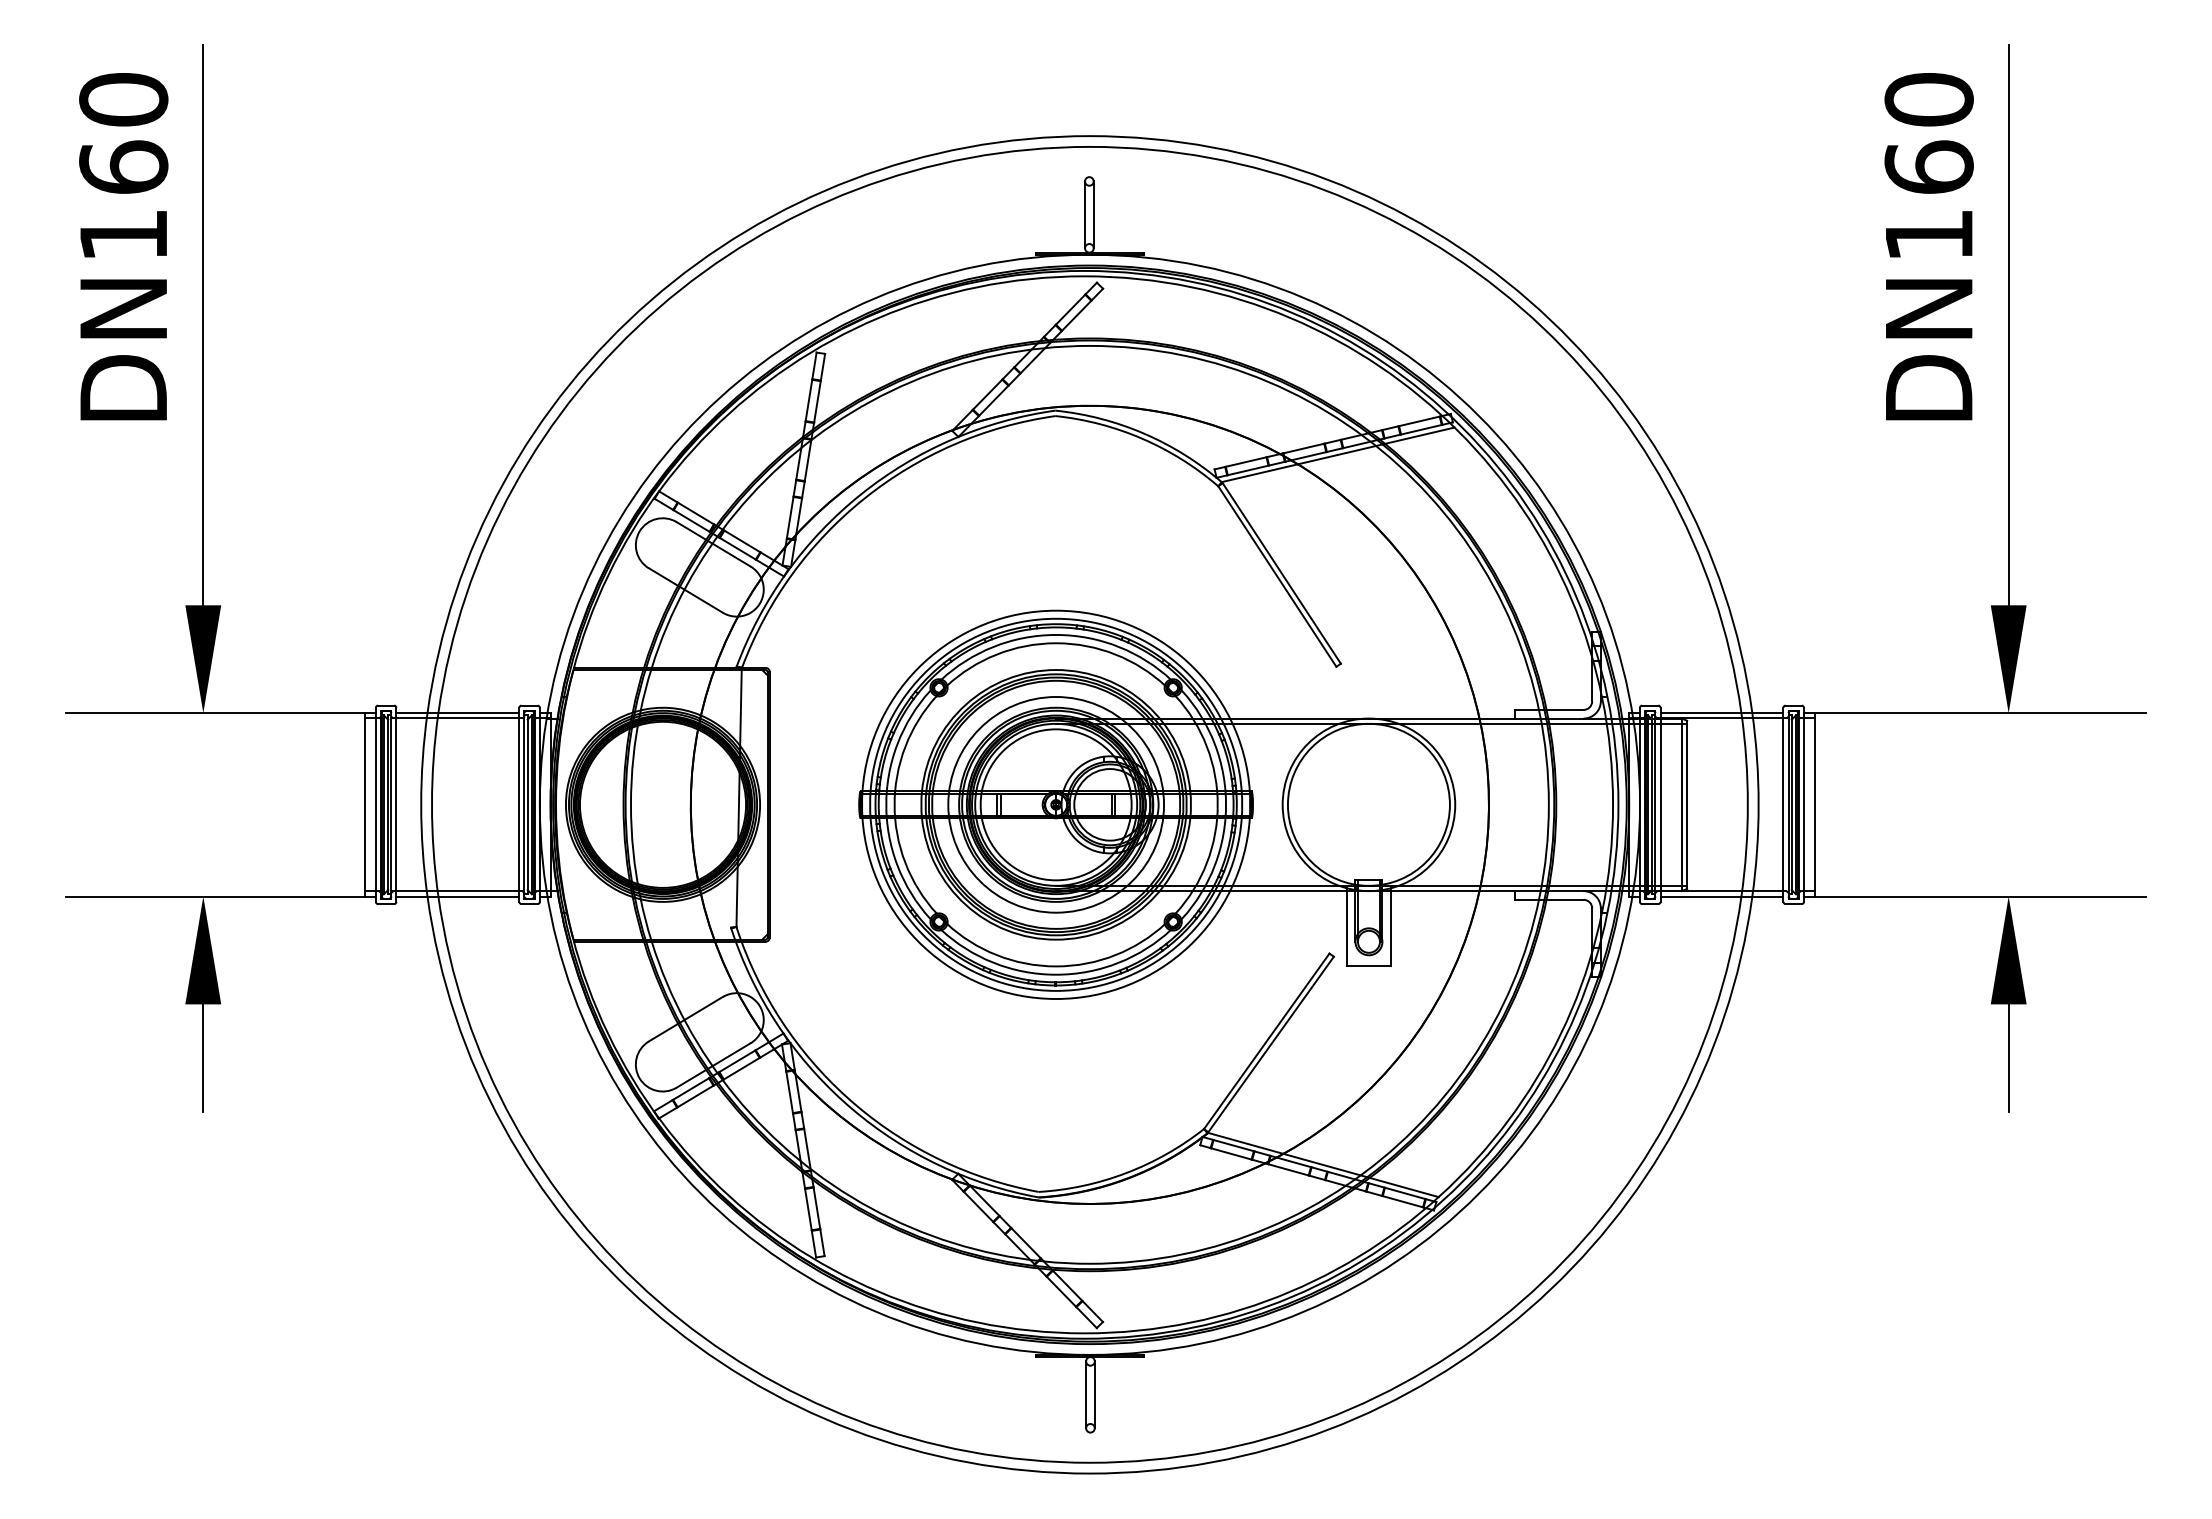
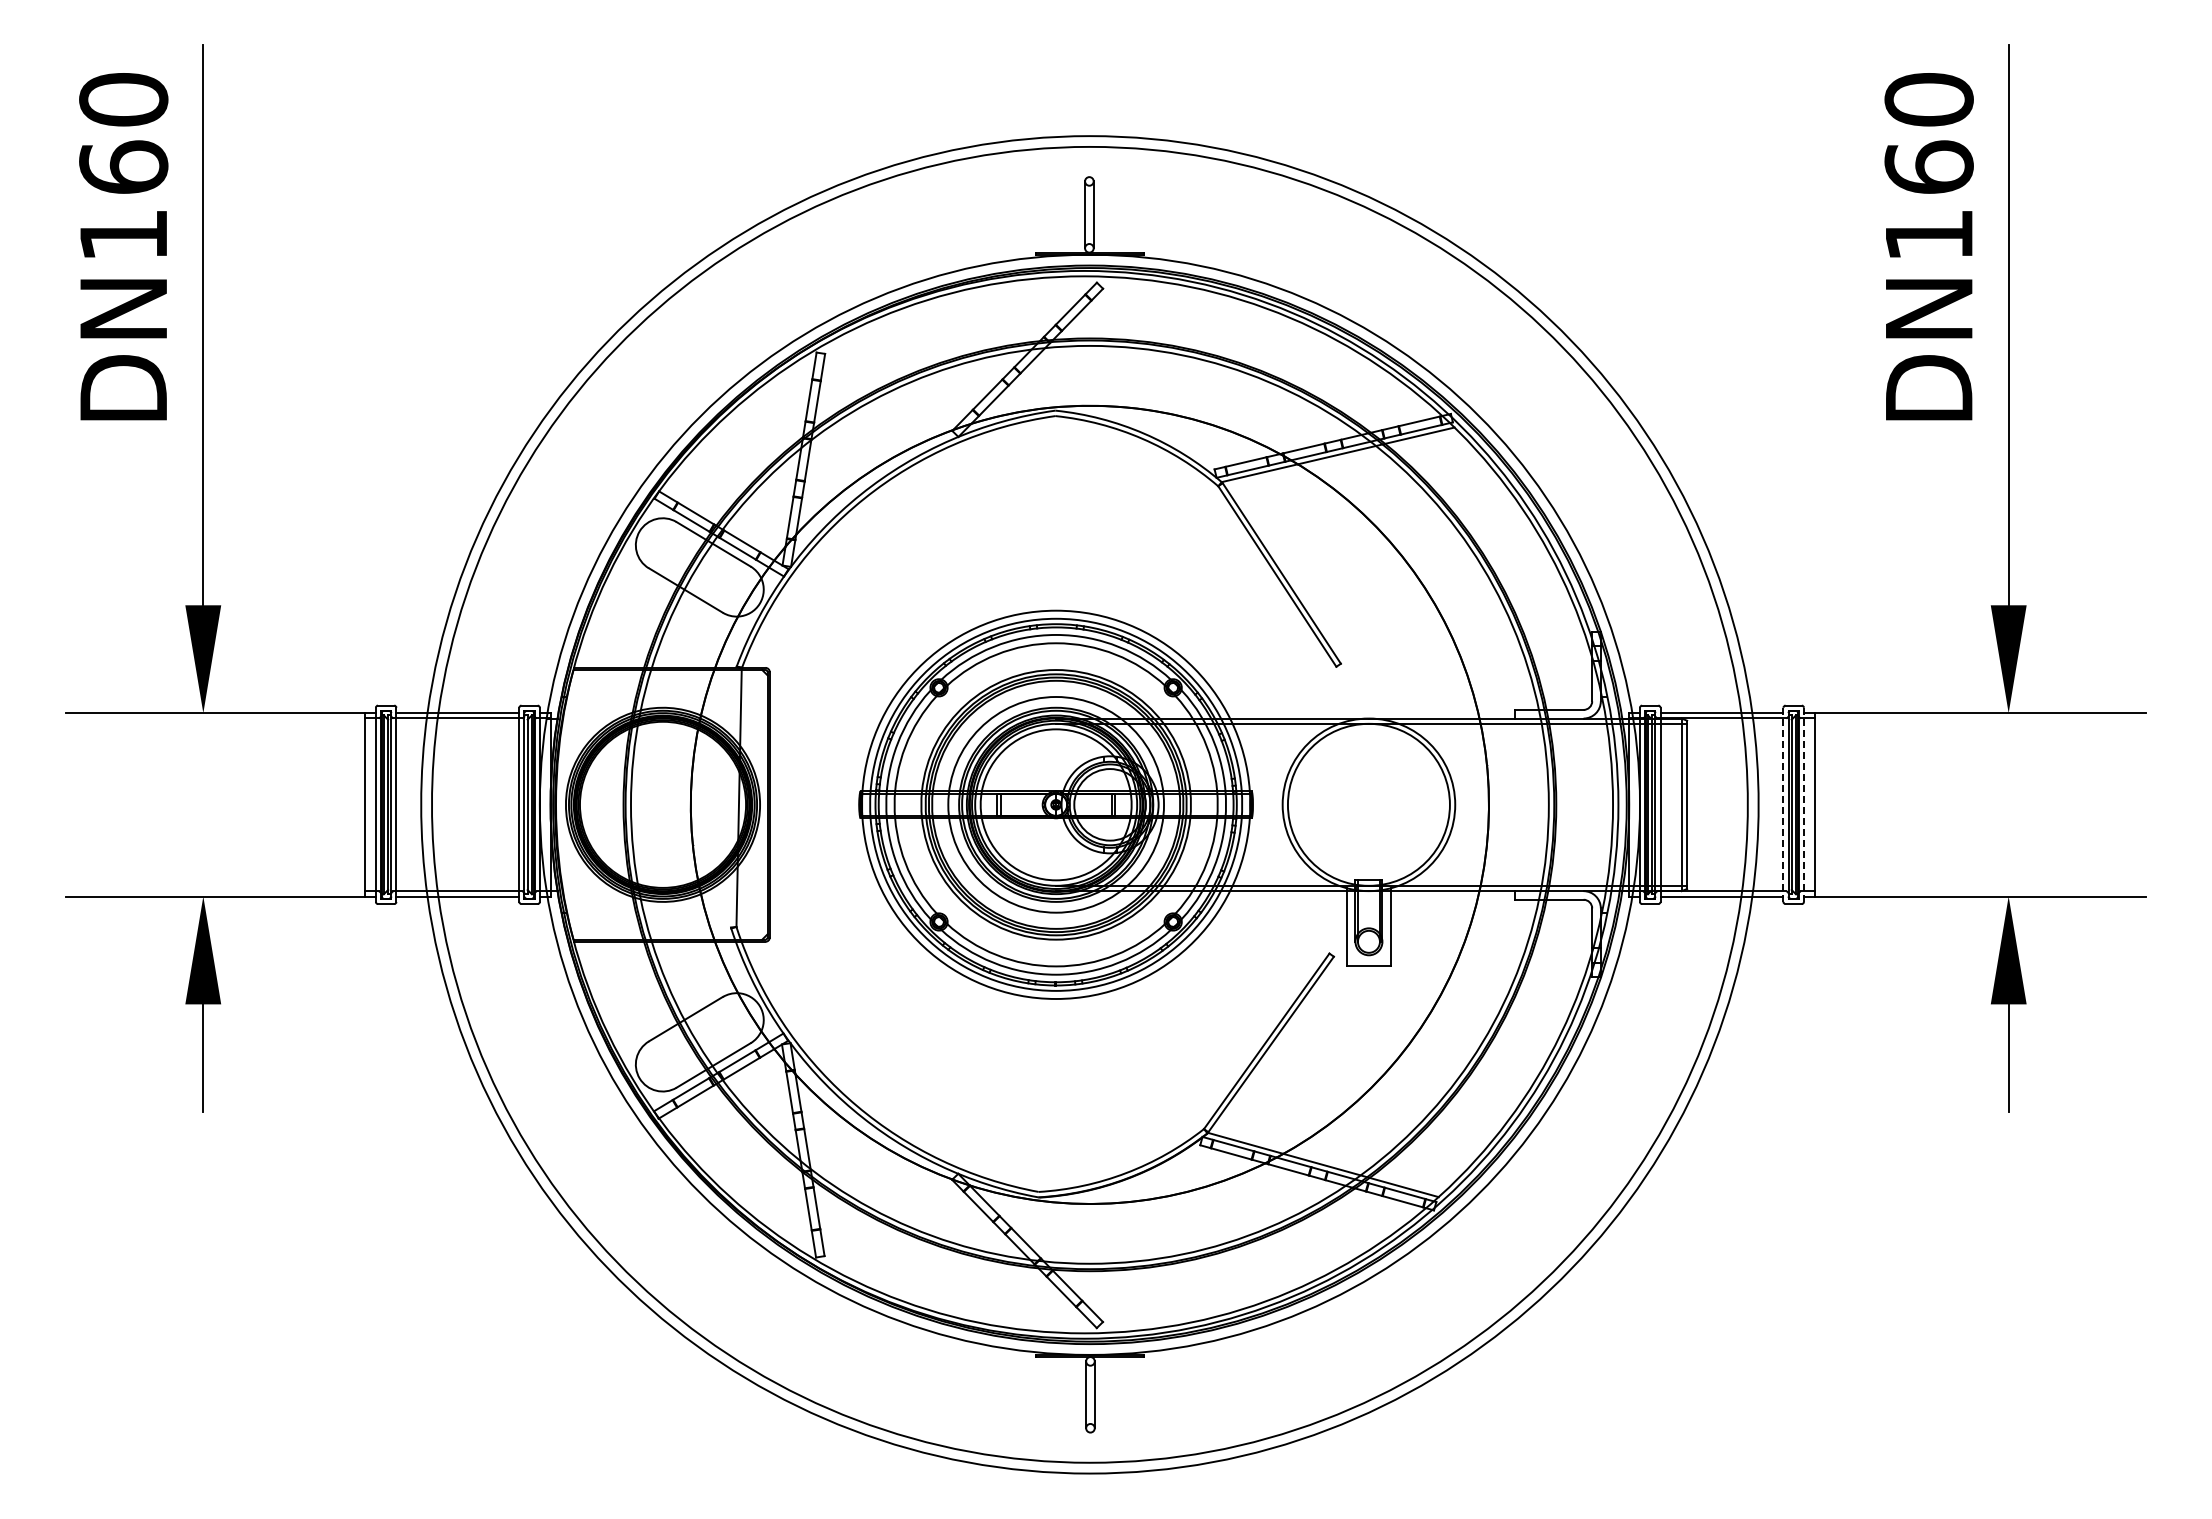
line at (1783, 804): solid -> dashed
line at (1803, 805): solid -> dashed
